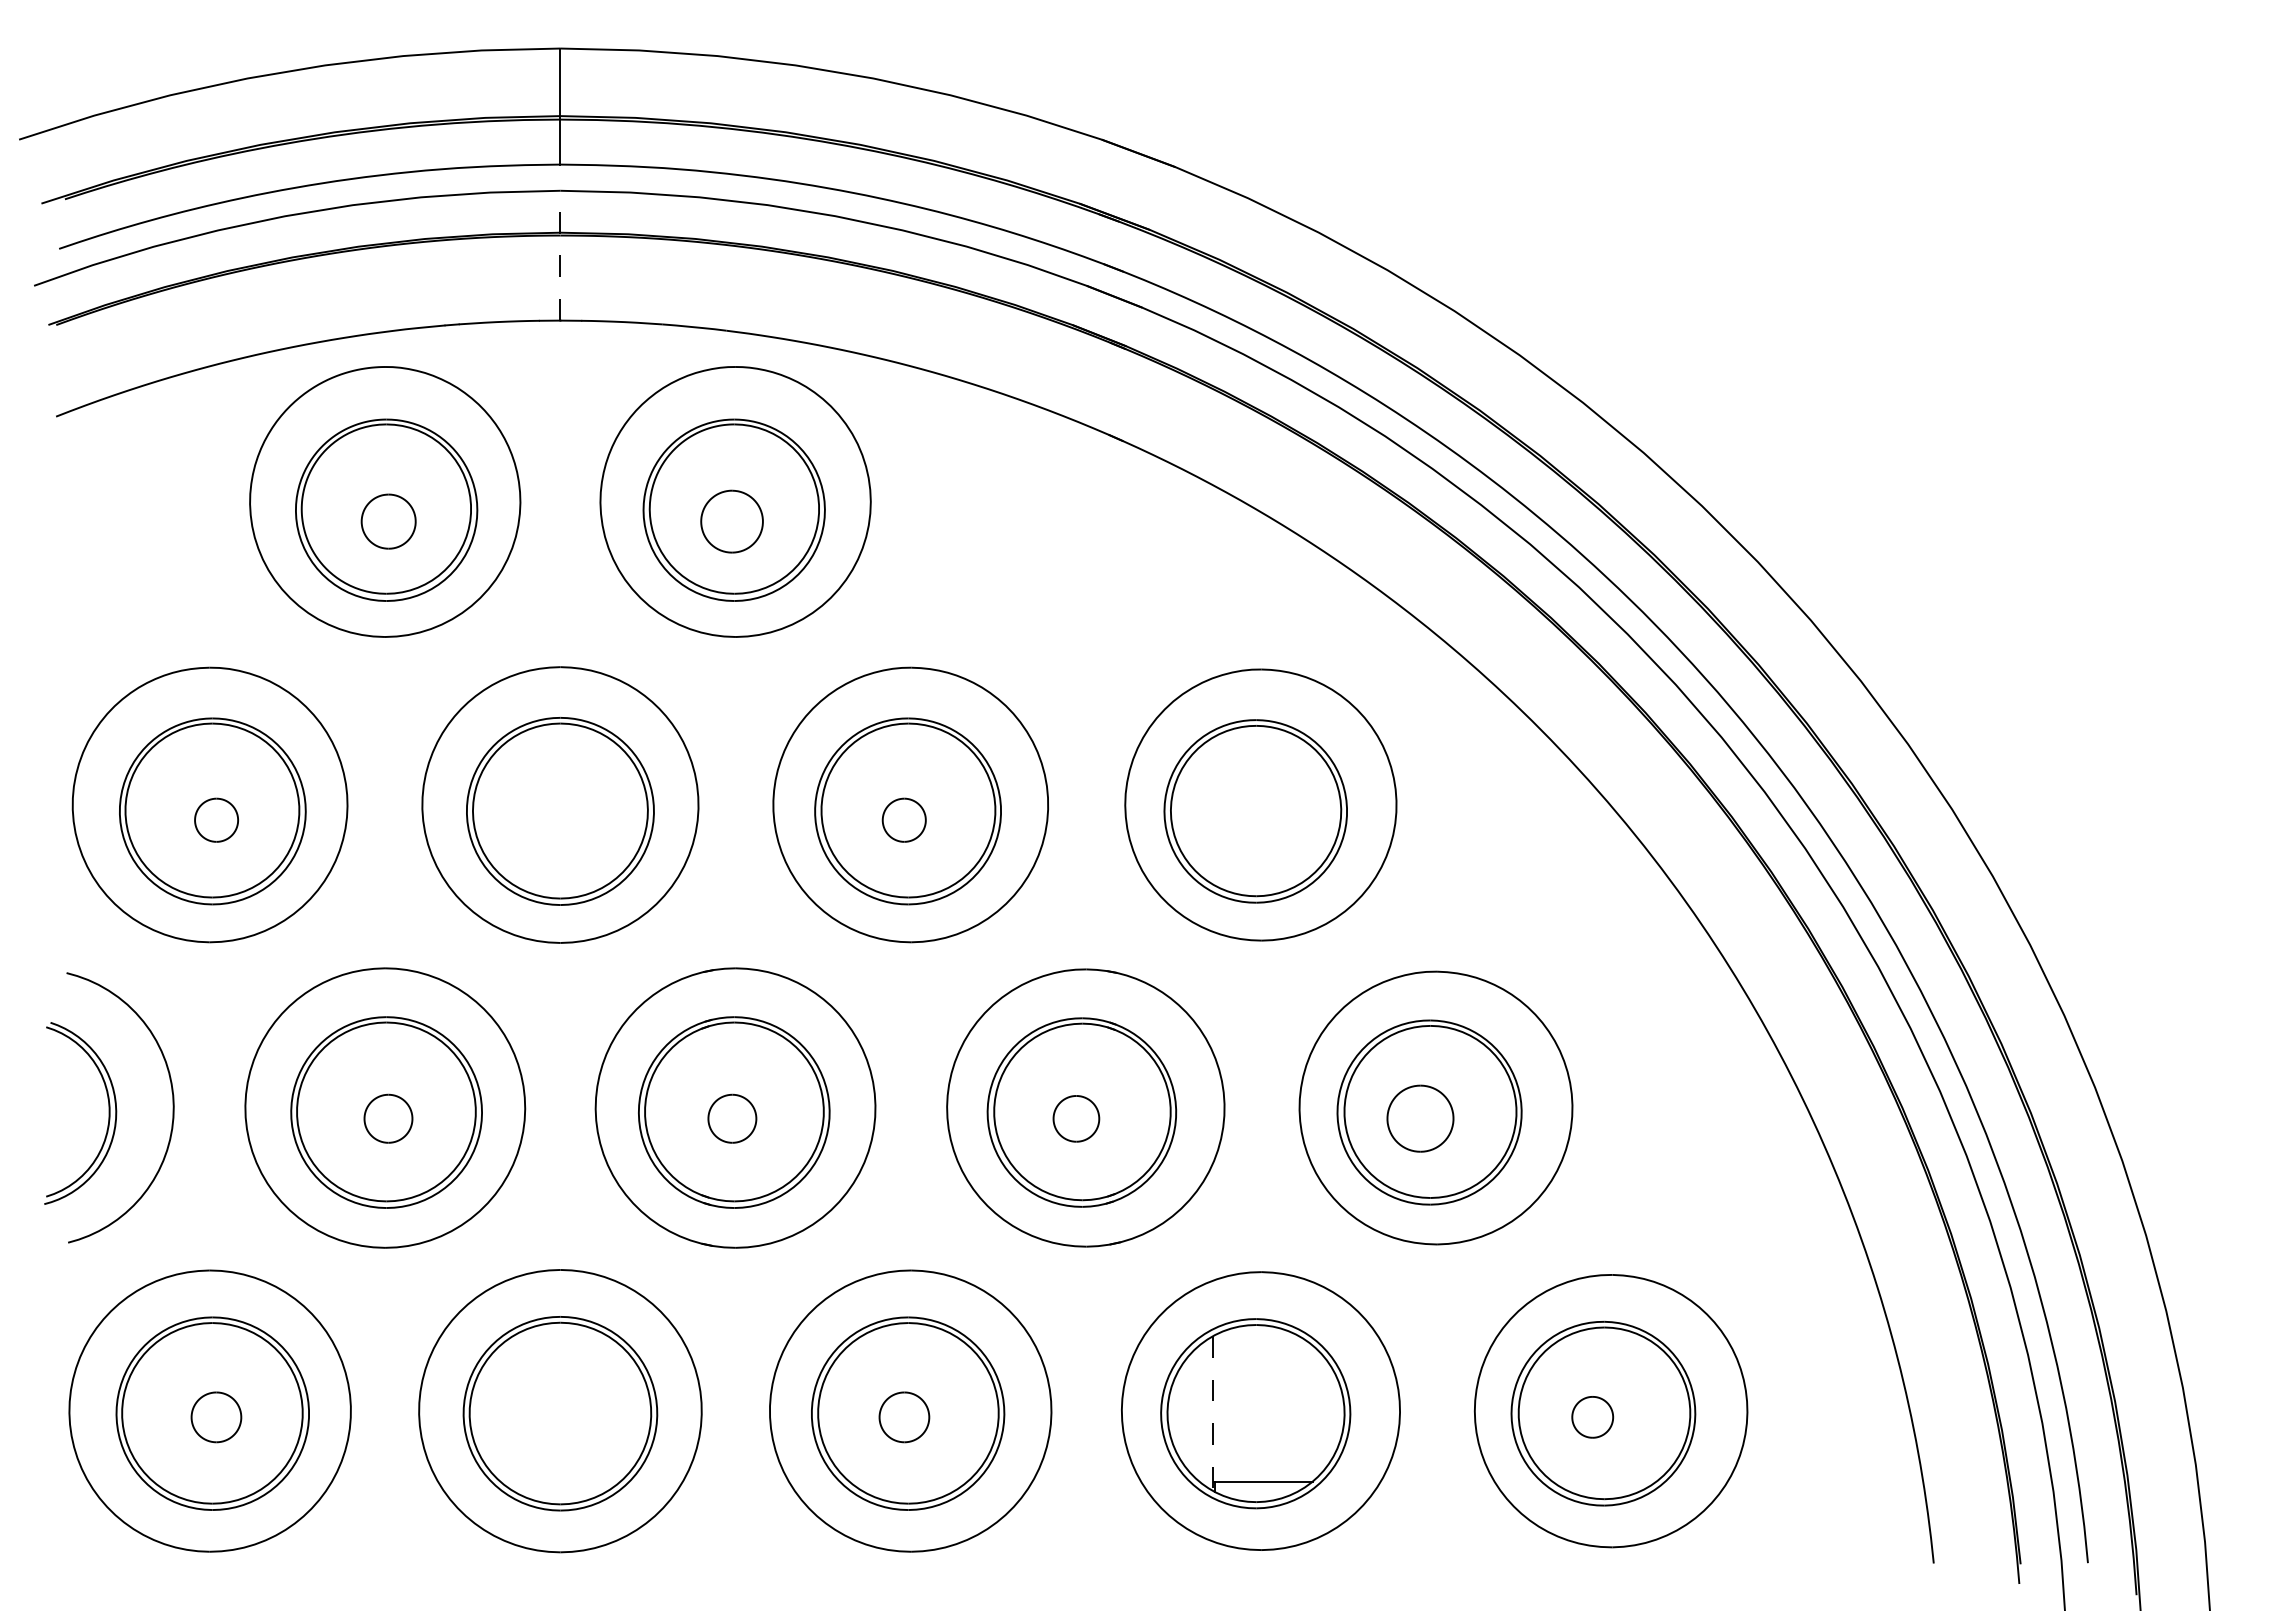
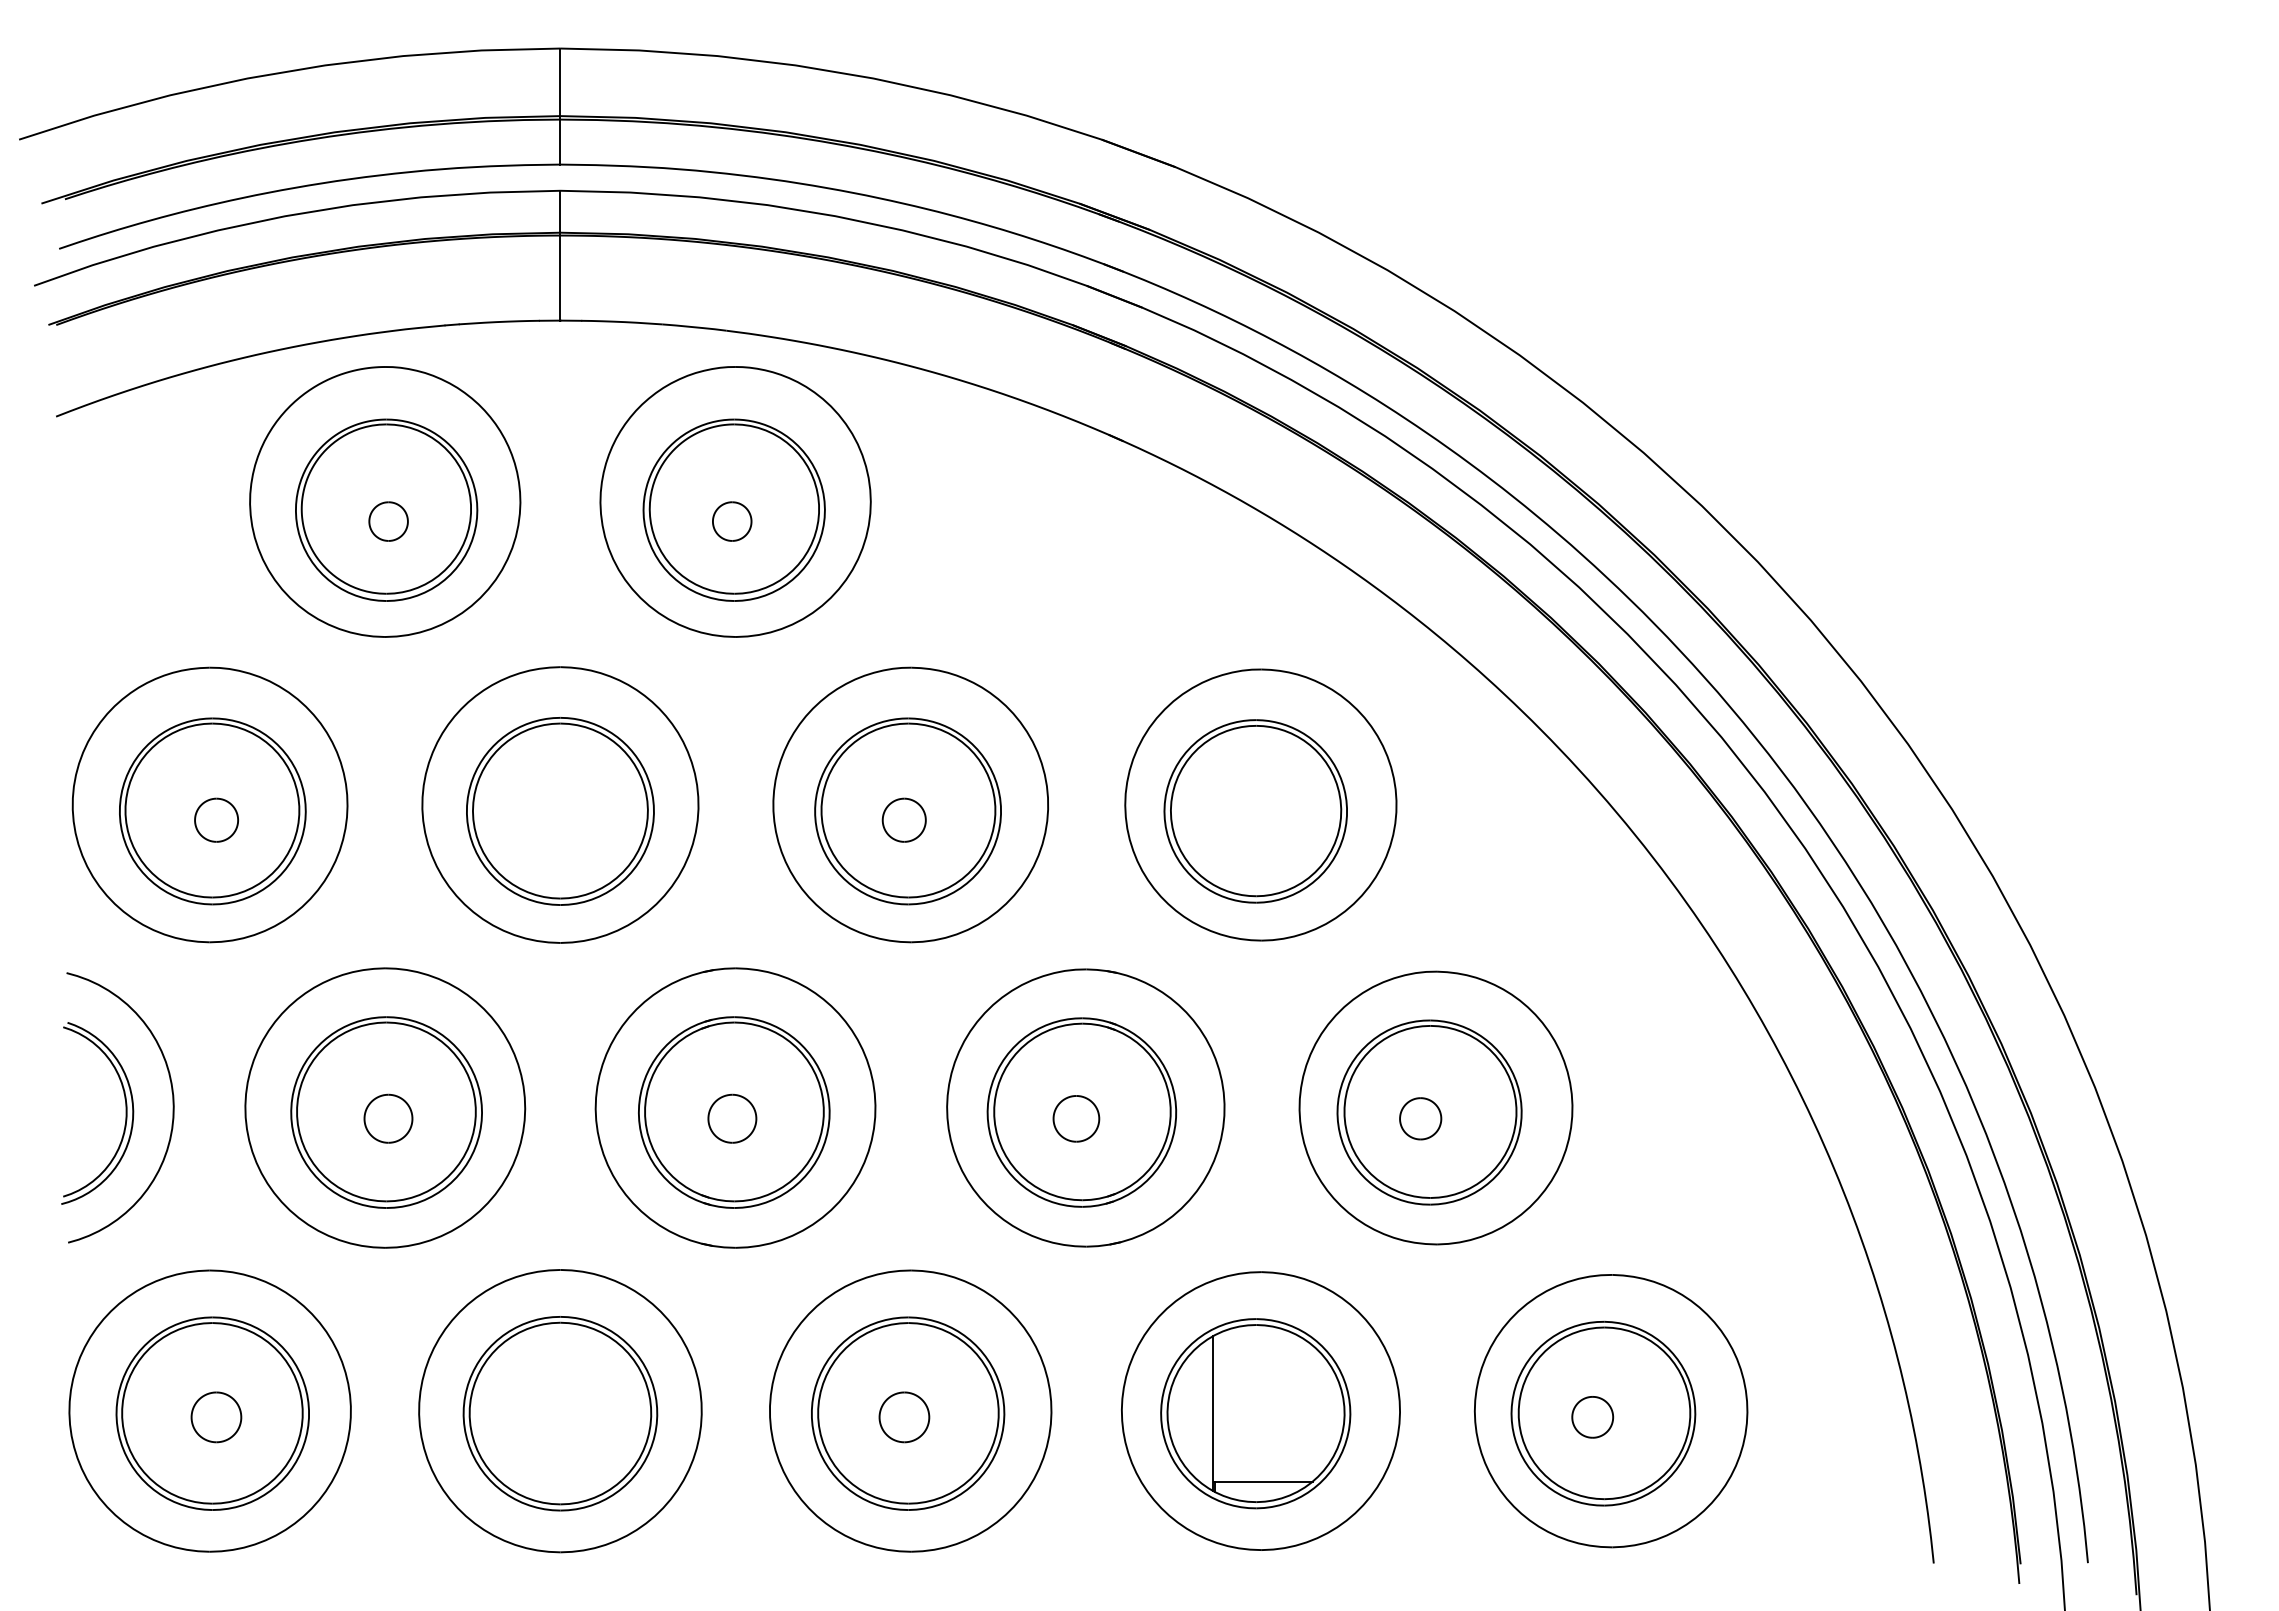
line at (560, 255): dashed -> solid
part at (388, 521) size: 57x57 px -> 41x41 px
part at (731, 521) size: 64x65 px -> 41x41 px
part at (108, 1113) position: (108, 1113) -> (125, 1113)
part at (1420, 1118) size: 69x69 px -> 44x44 px
line at (1213, 1414): dashed -> solid
